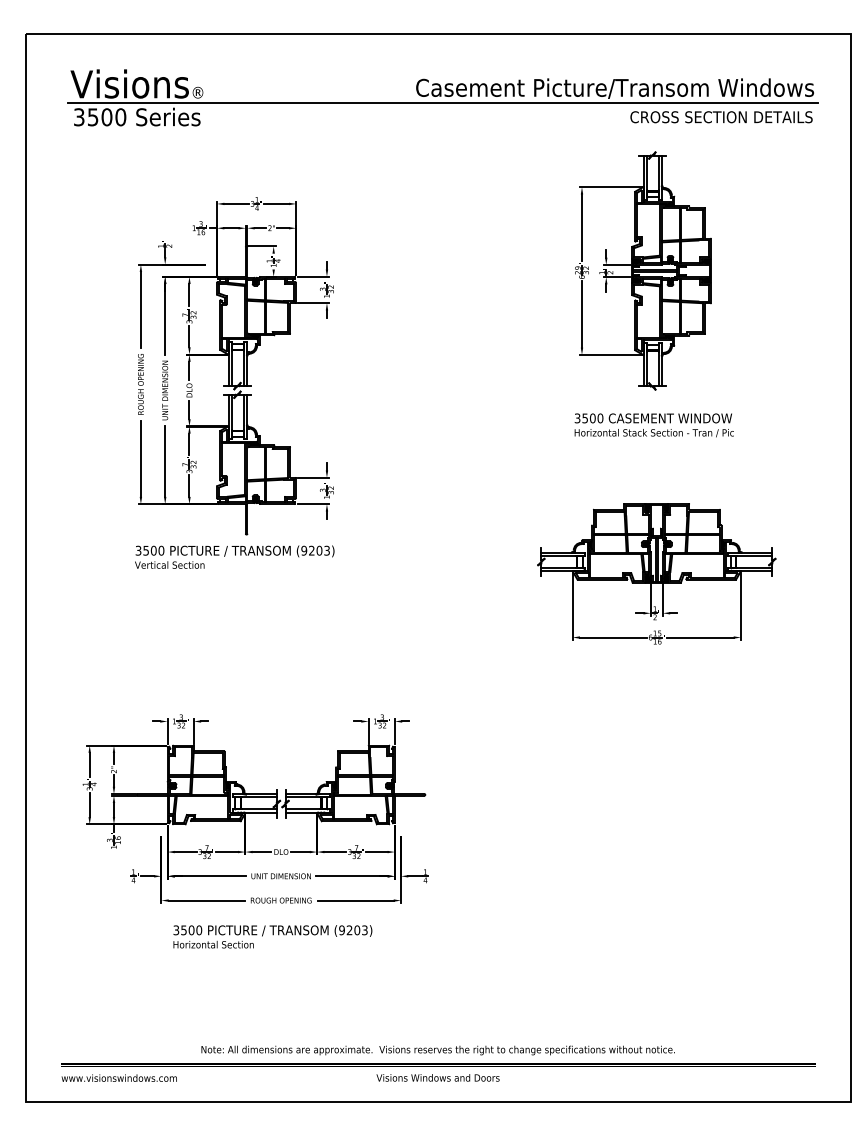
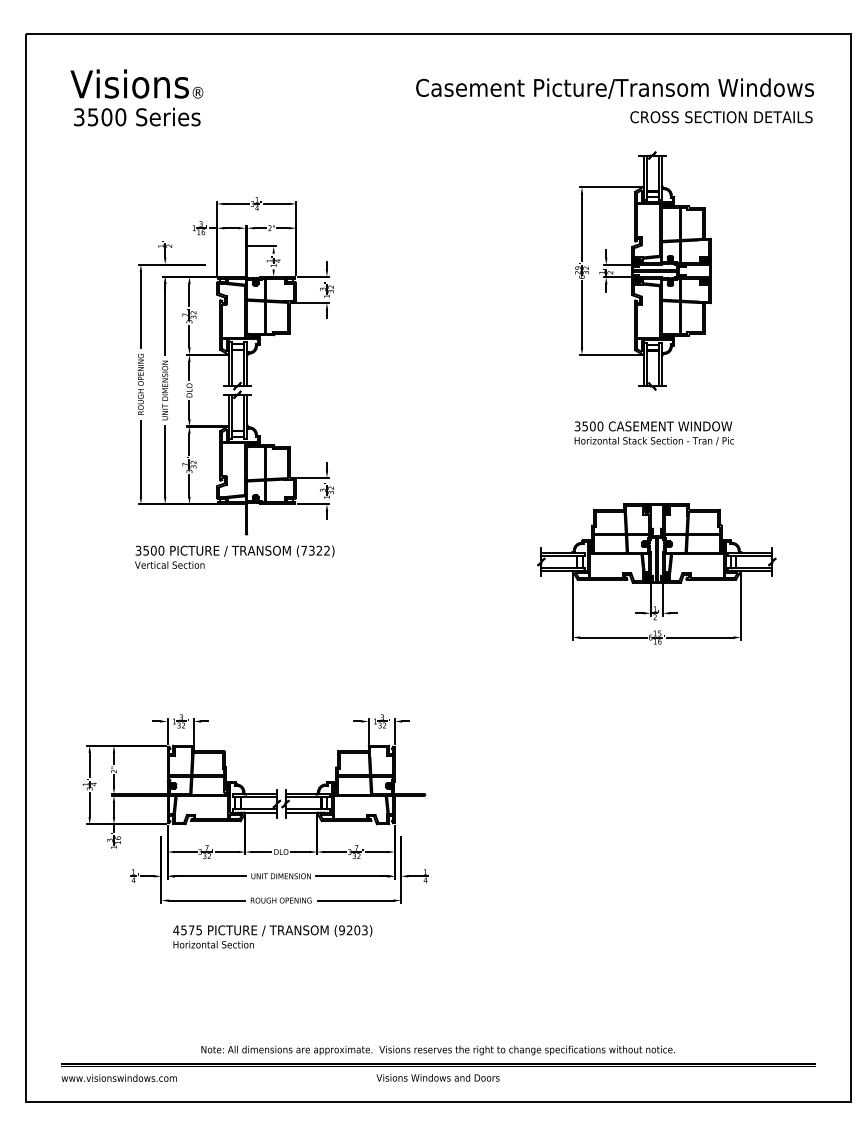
line at (442, 103): present -> none
text at (653, 425) position: (653, 425) -> (653, 433)
text at (315, 550): (9203) -> (7322)
text at (187, 930): 3500 -> 4575
